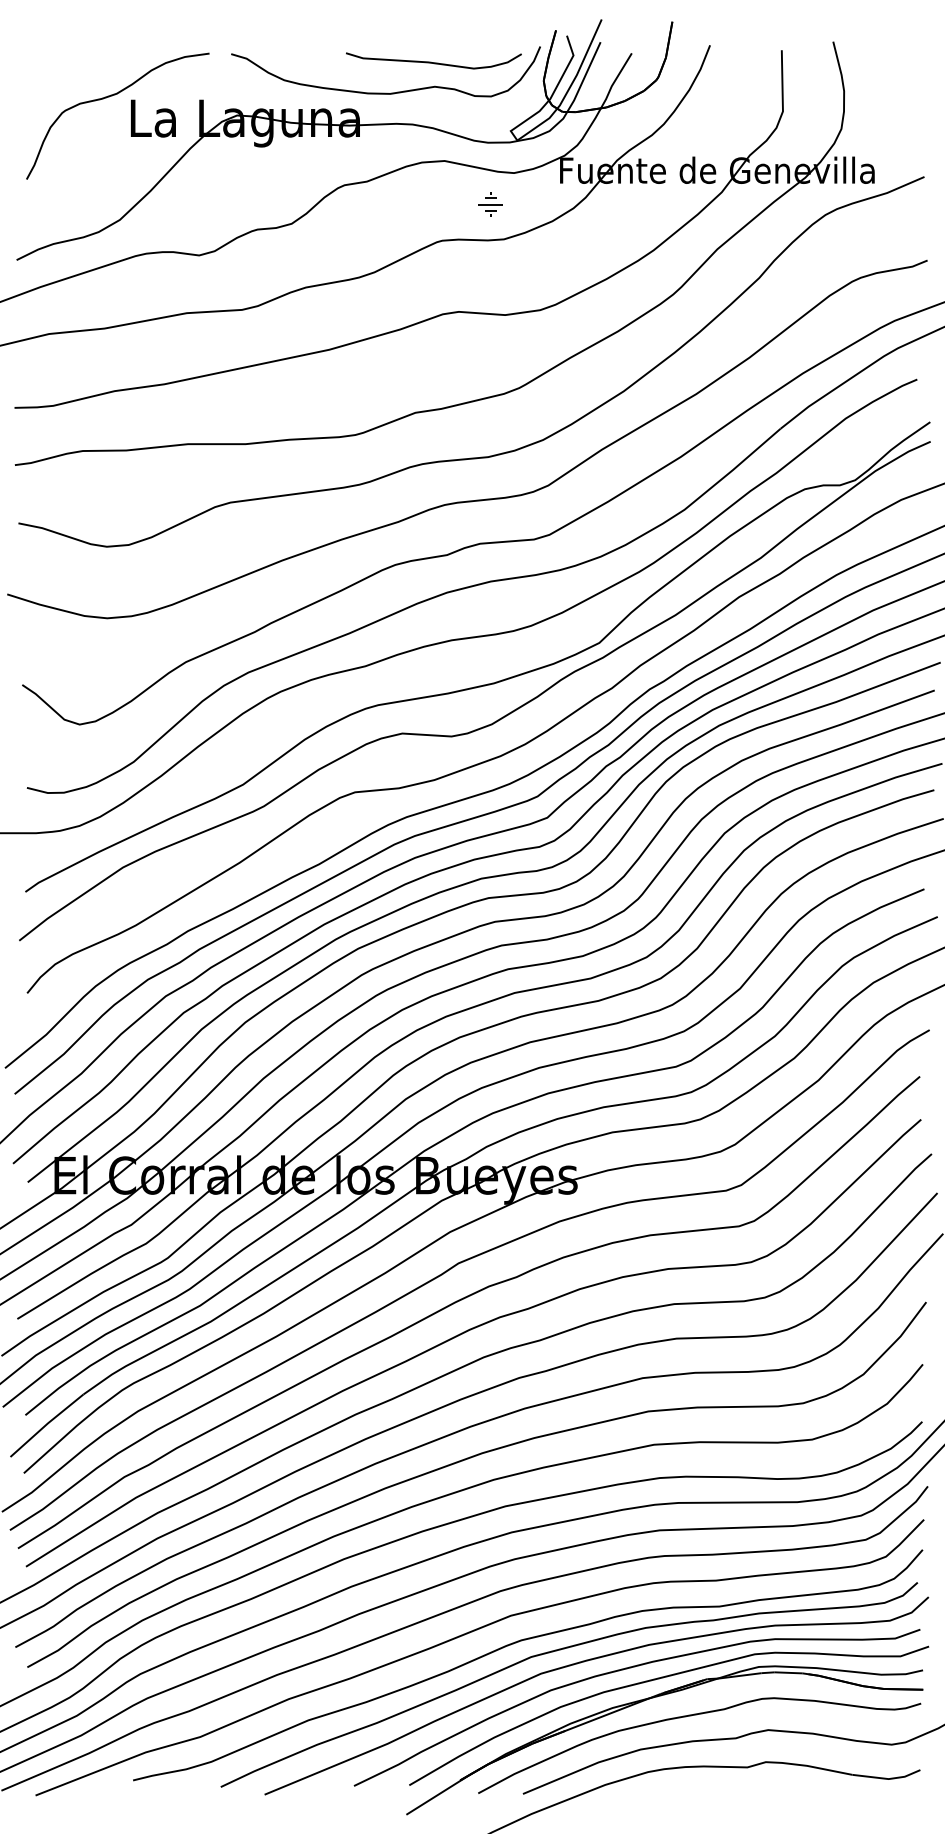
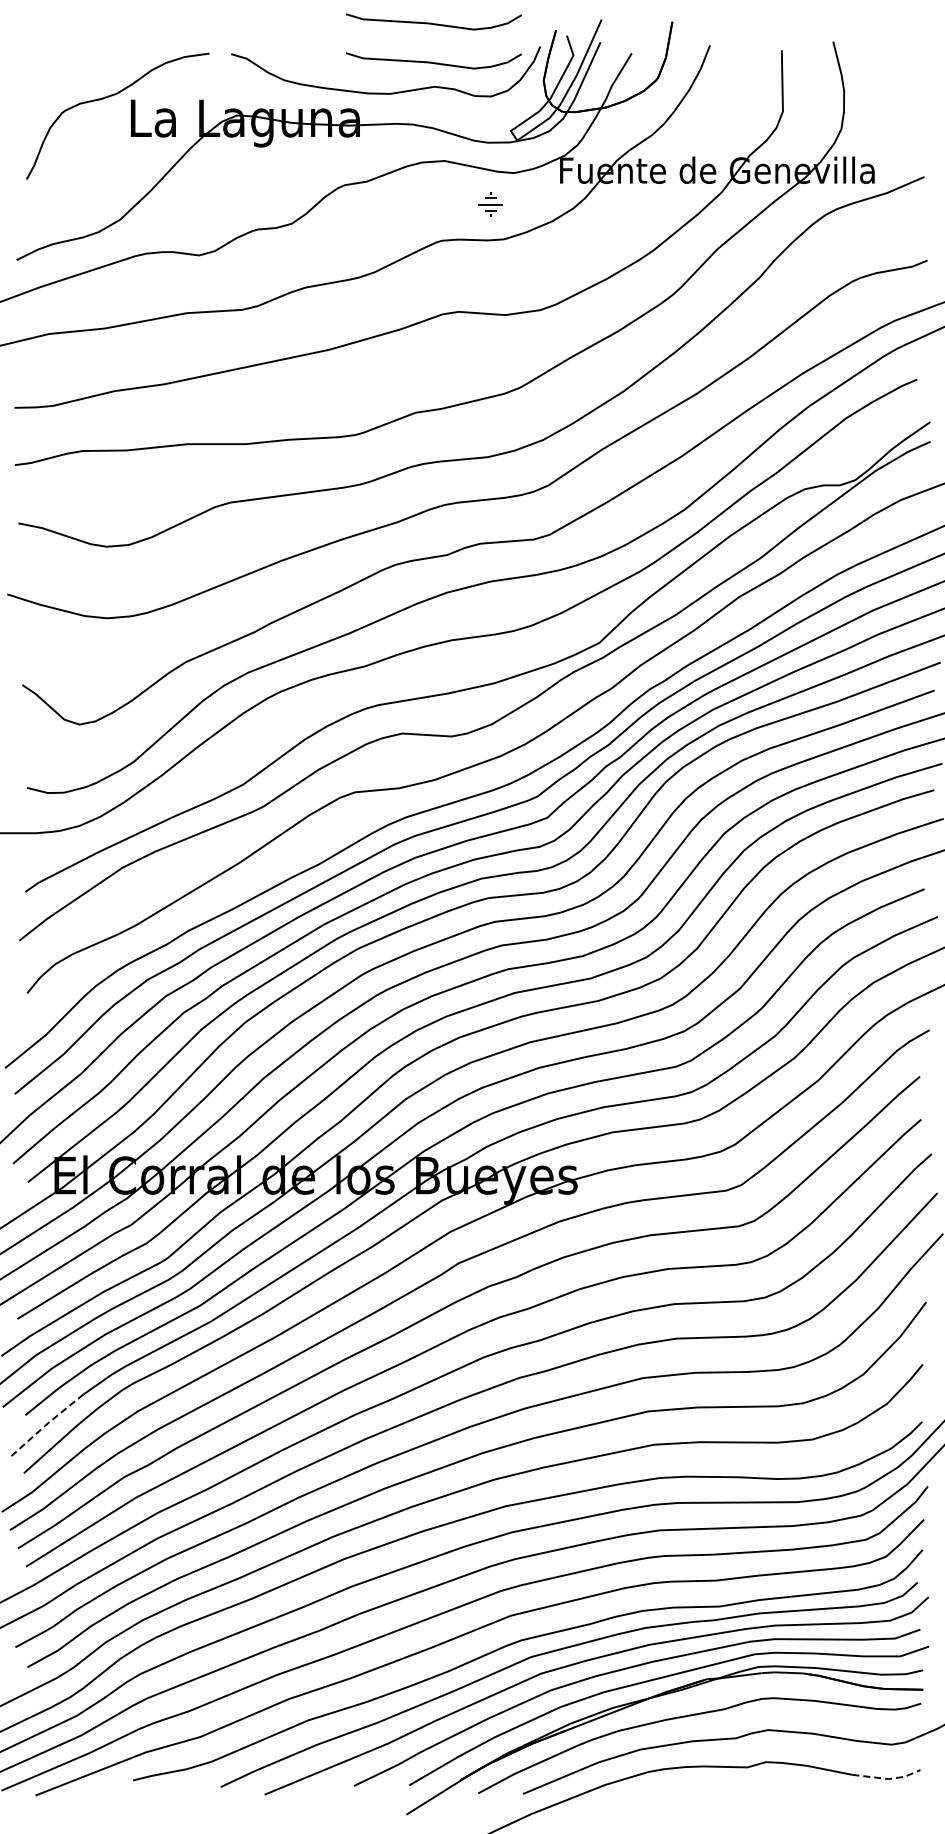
curve at (433, 23): none -> present
line at (46, 1424): solid -> dashed
line at (888, 1779): solid -> dashed
